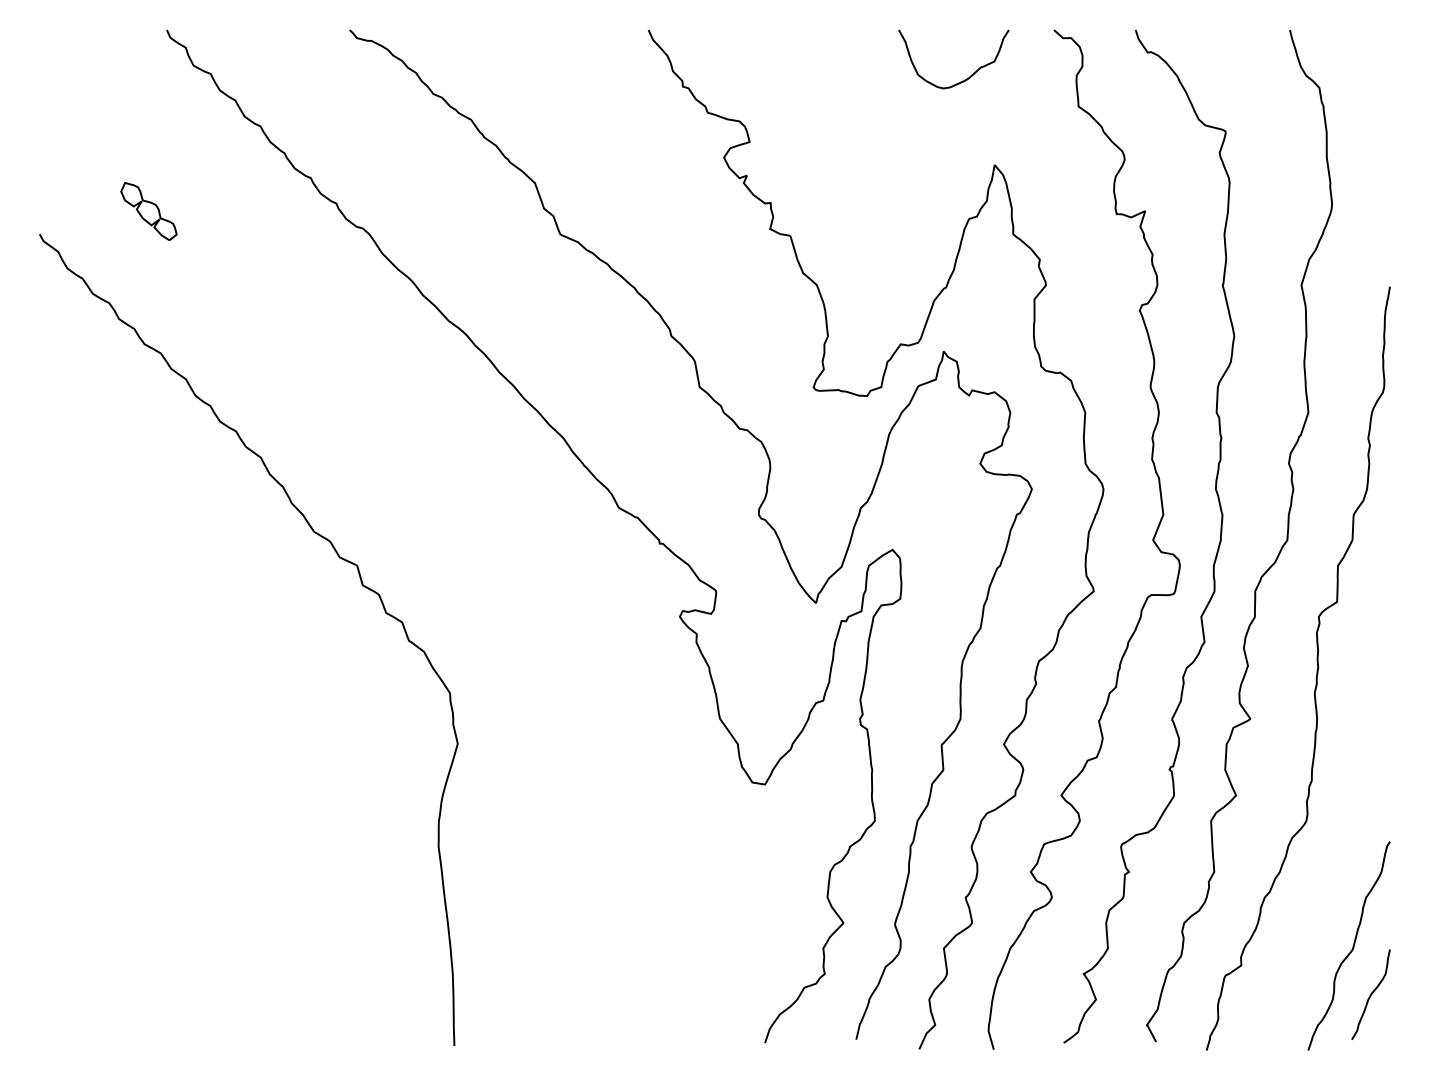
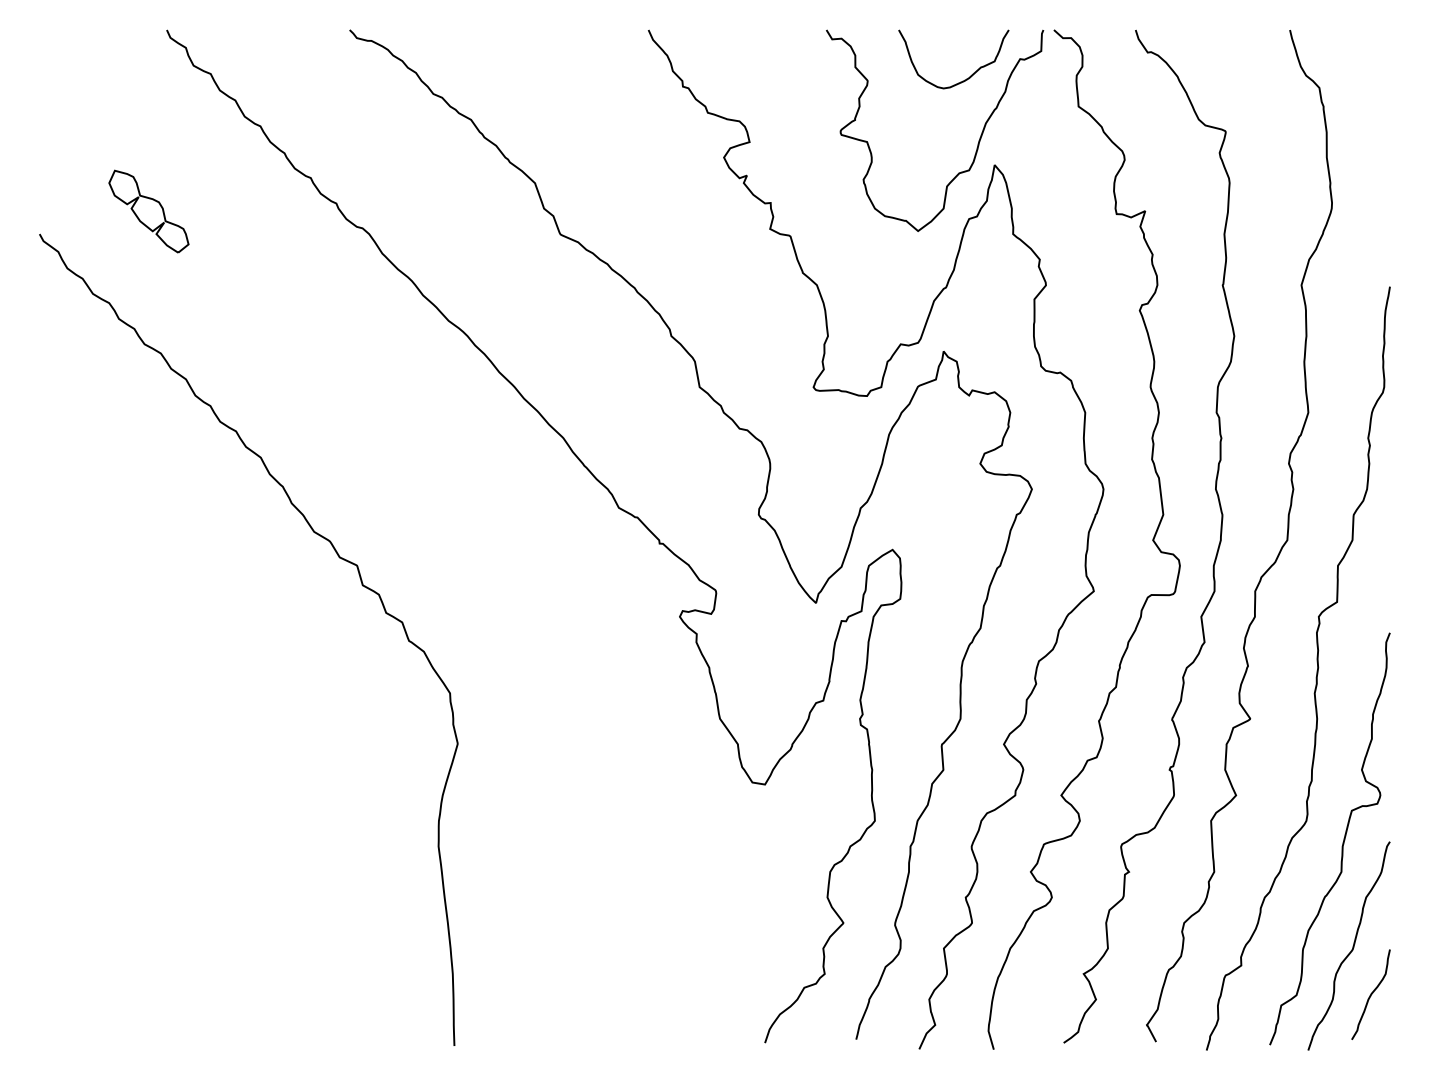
curve at (977, 143): none -> present
part at (148, 211) size: 58x59 px -> 82x85 px
curve at (1342, 842): none -> present
